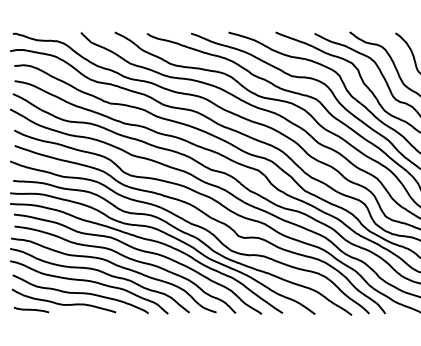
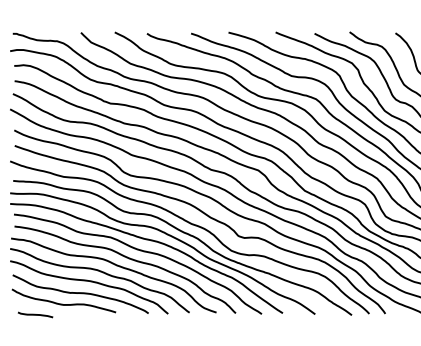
curve at (31, 309) position: (31, 309) -> (35, 314)
